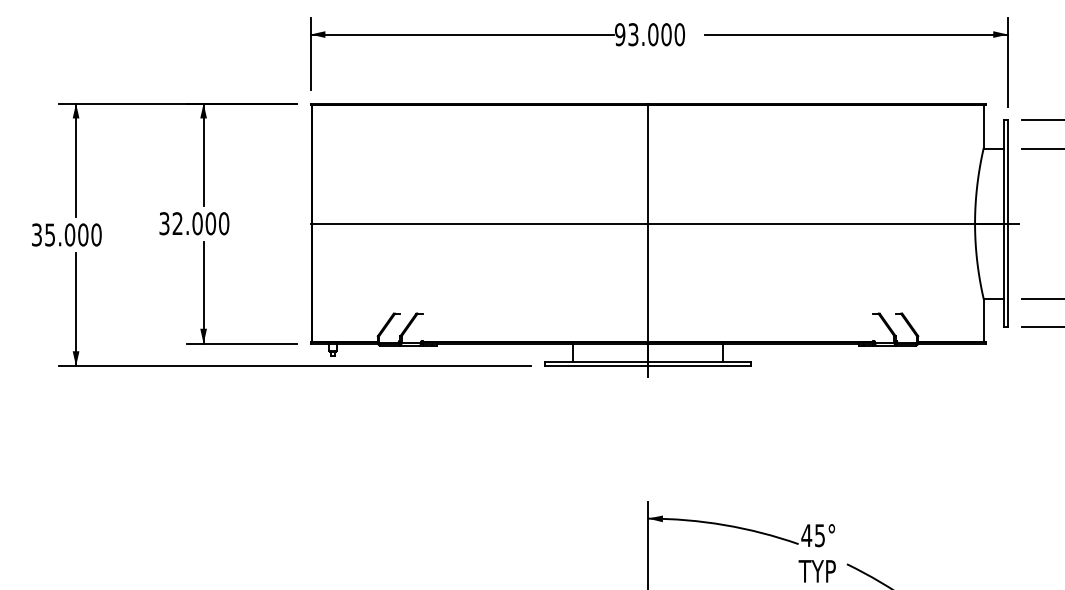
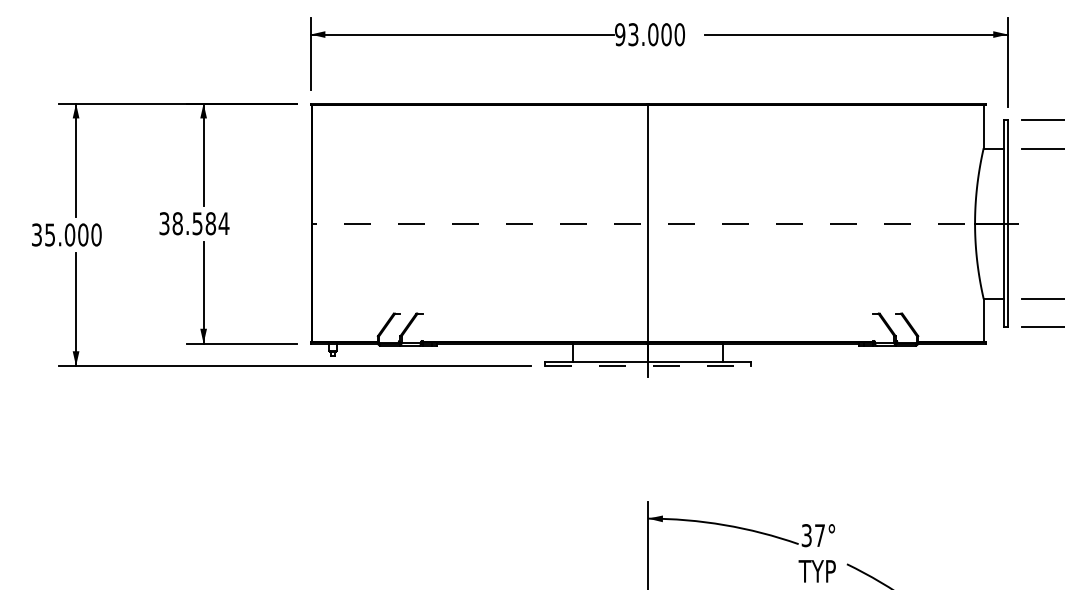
text at (200, 223): 32.000 -> 38.584
line at (664, 223): solid -> dashed
line at (648, 366): solid -> dashed
text at (812, 535): 45° -> 37°
